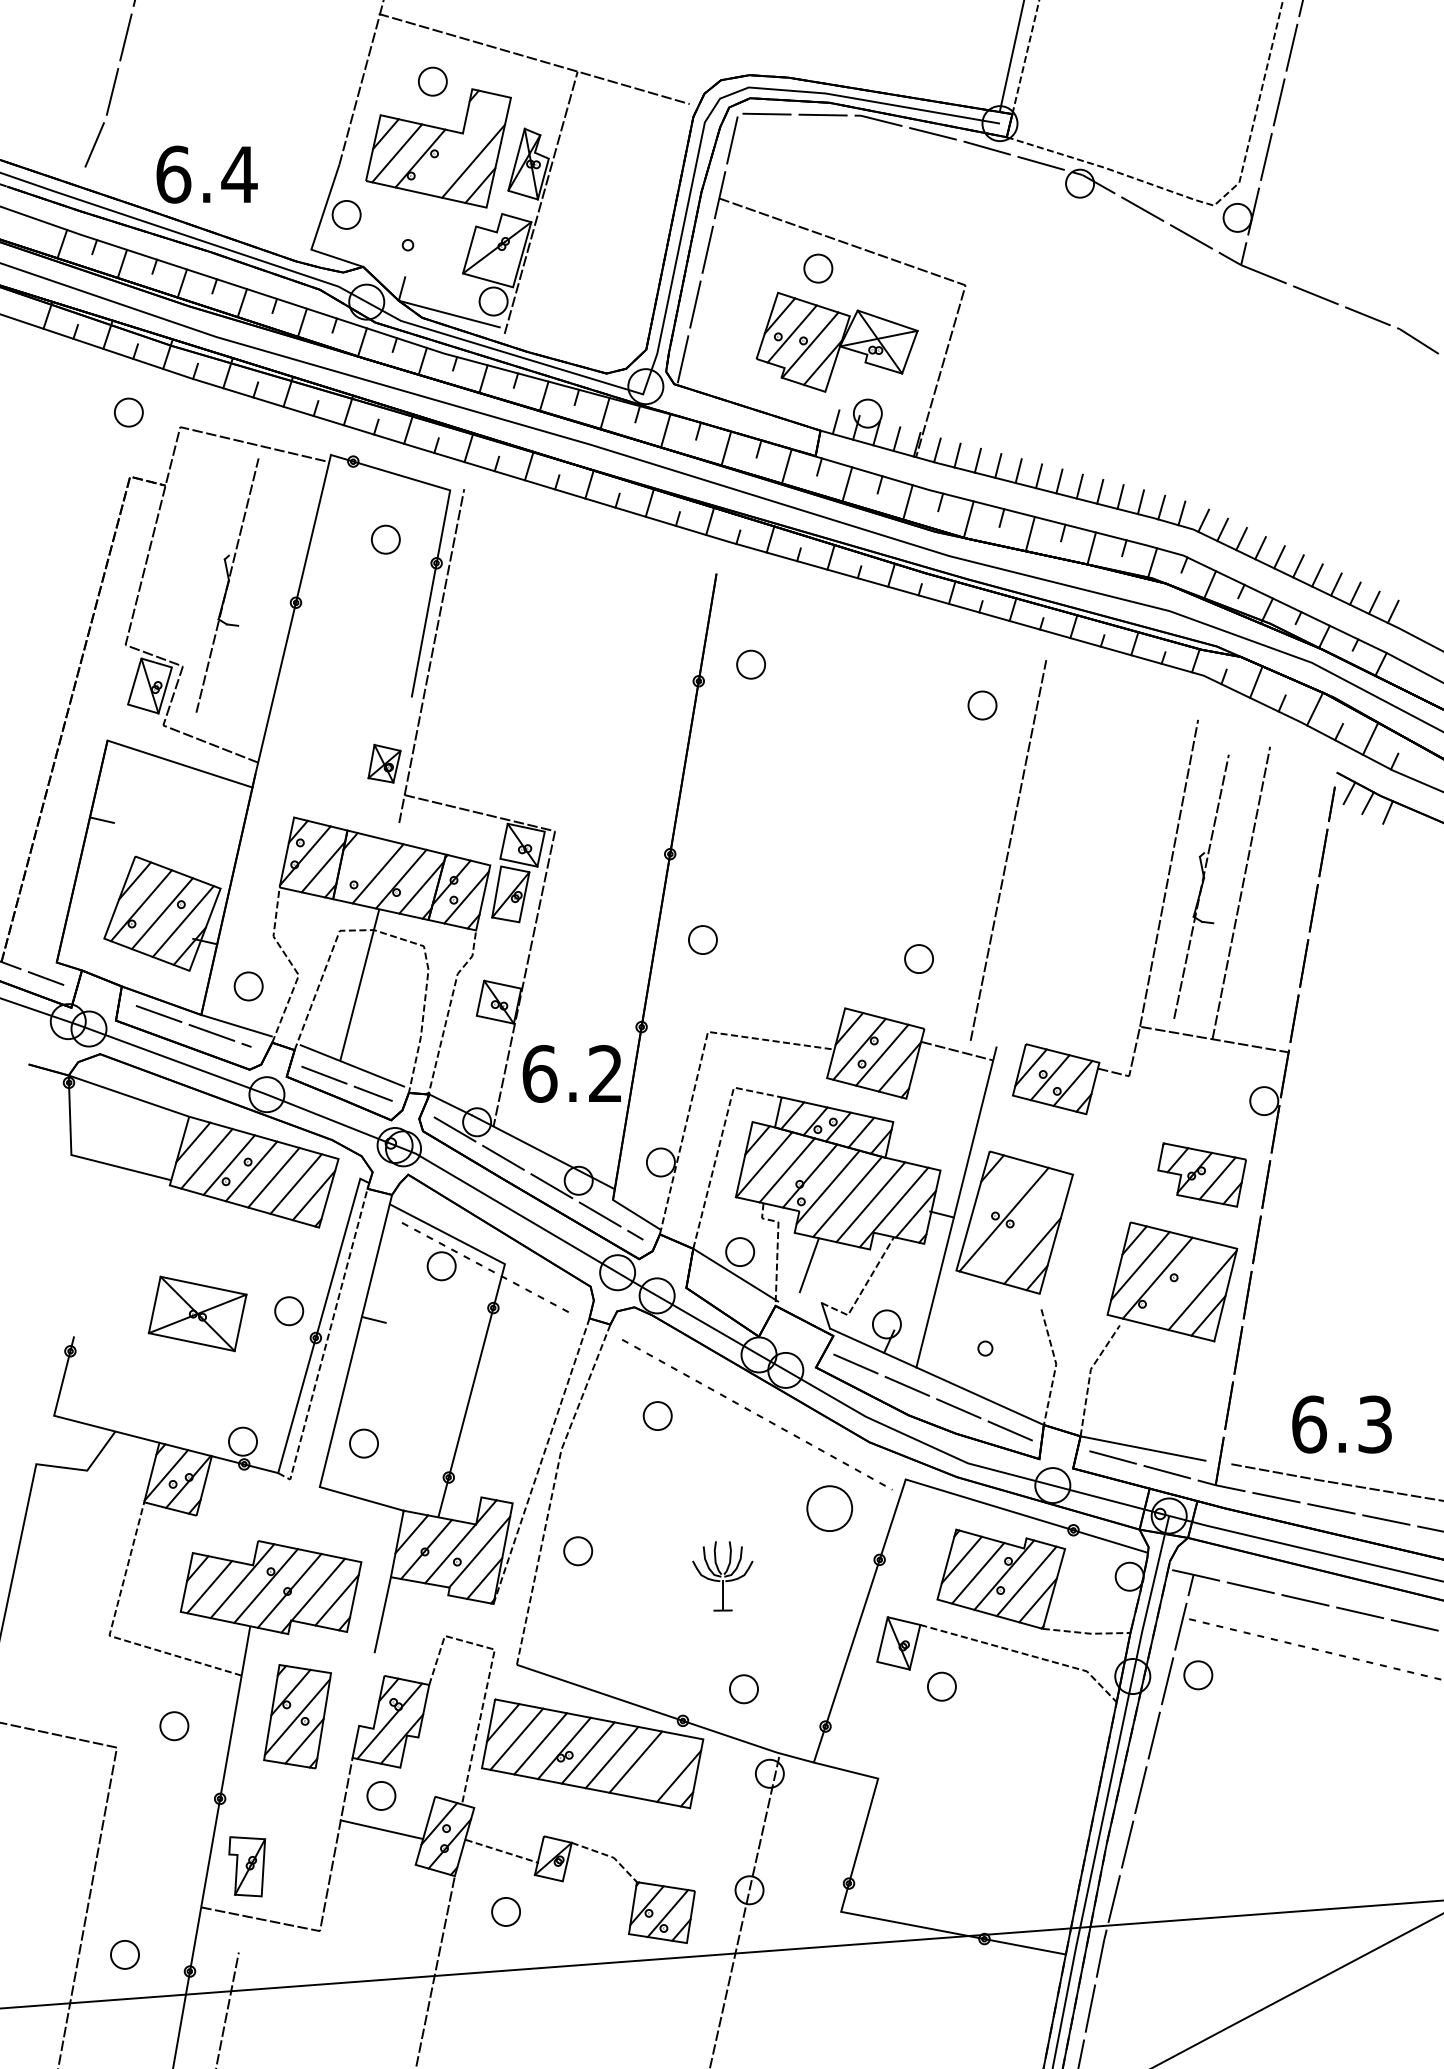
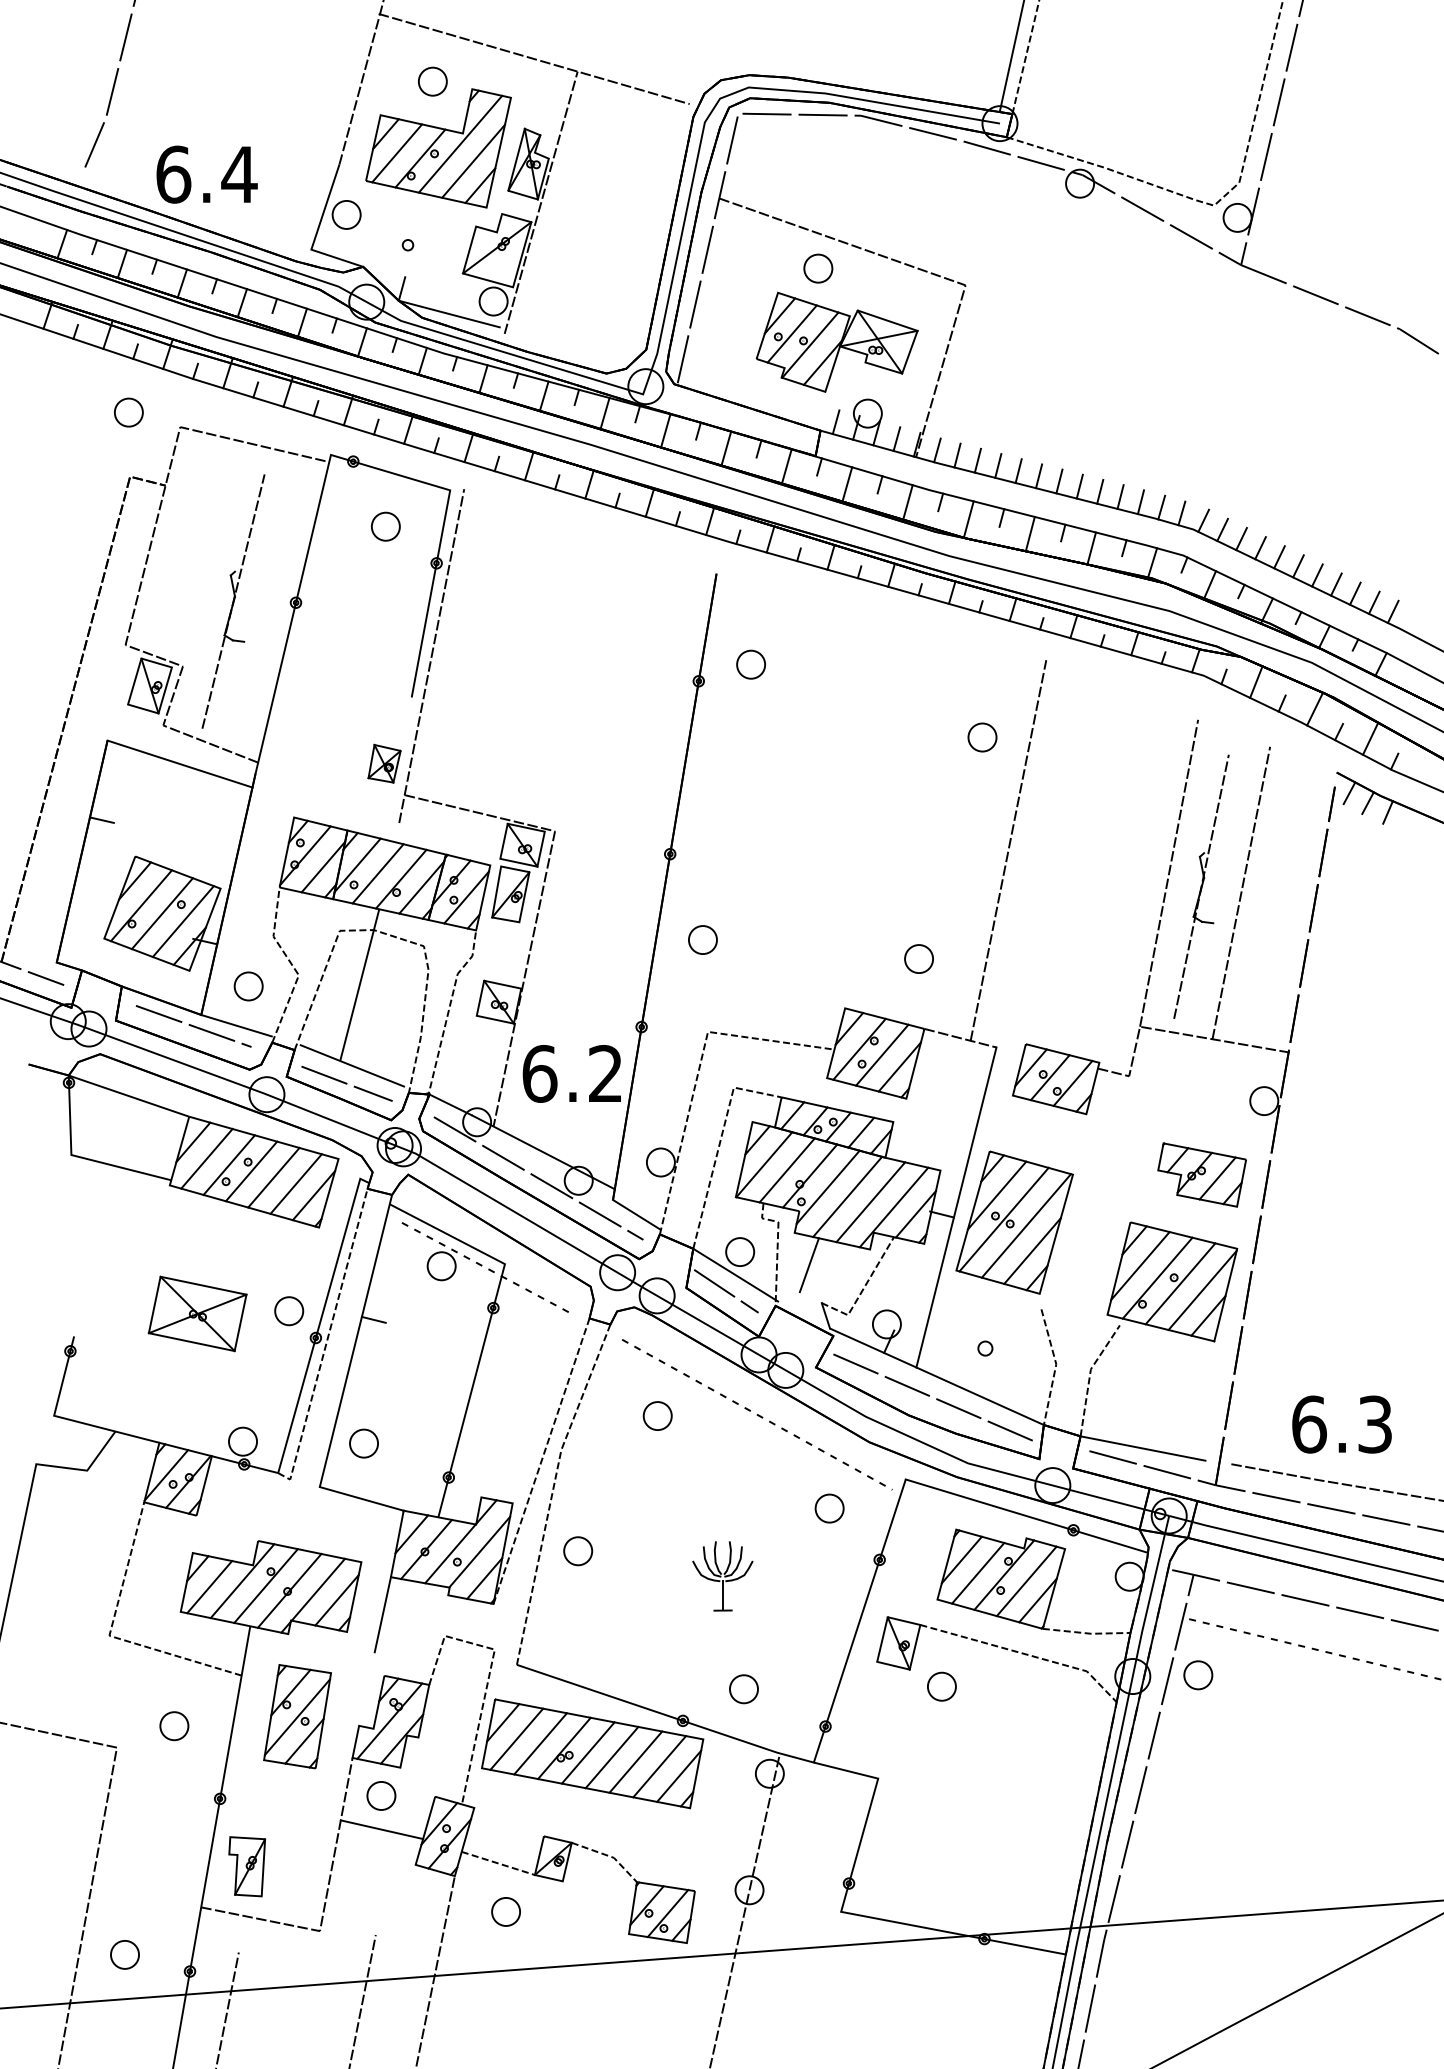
line at (460, 143): none -> present
part at (385, 539) position: (385, 539) -> (385, 526)
part at (227, 585) position: (227, 585) -> (233, 601)
part at (982, 705) position: (982, 705) -> (982, 737)
line at (357, 865): none -> present
line at (957, 1050) position: (957, 1050) -> (960, 1037)
line at (996, 1195): none -> present
line at (1026, 1225): none -> present
line at (1180, 1283): none -> present
line at (726, 1290): none -> present
part at (829, 1508) size: 48x47 px -> 31x31 px
line at (659, 1766): none -> present
line at (501, 1851) position: (501, 1851) -> (497, 1863)
line at (362, 2000): none -> present
